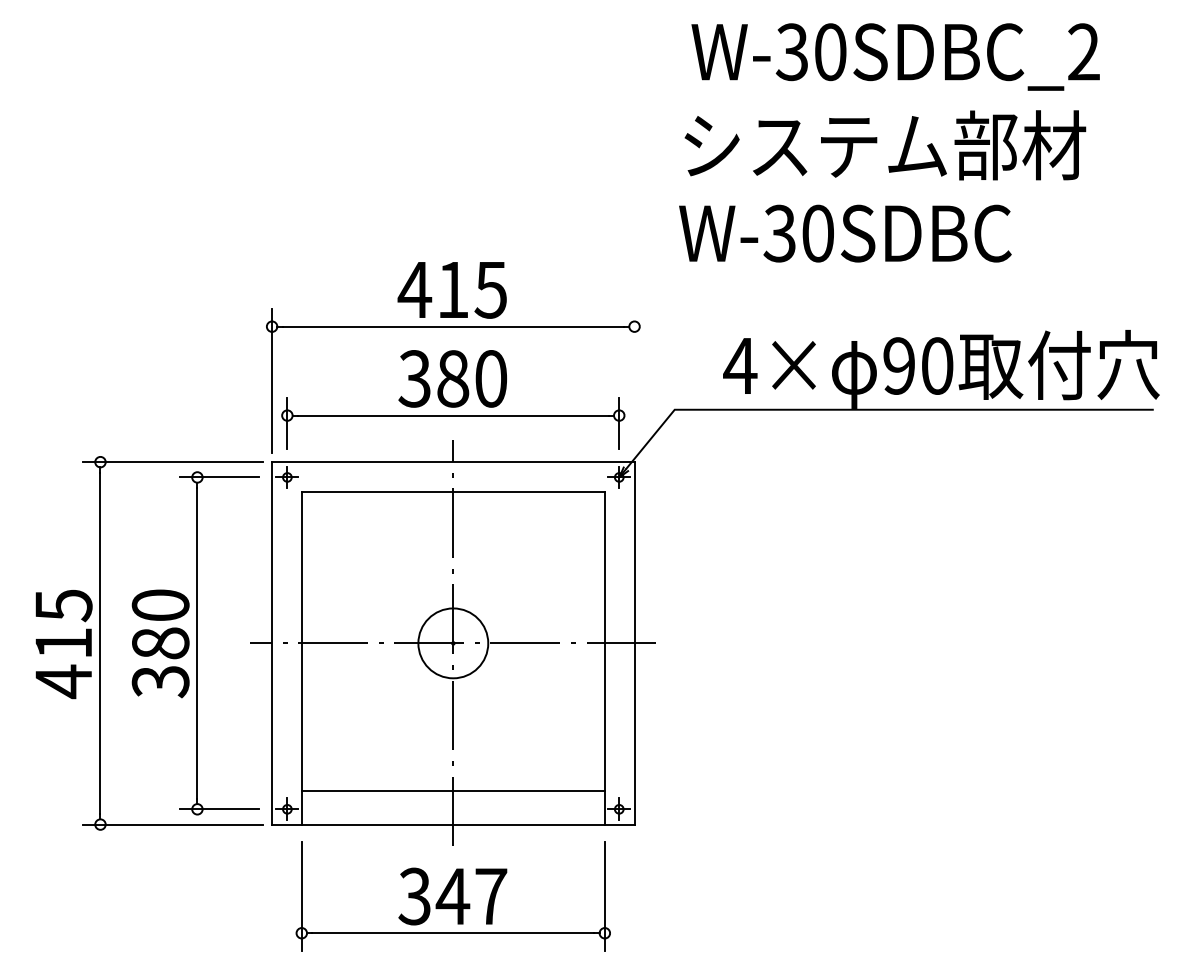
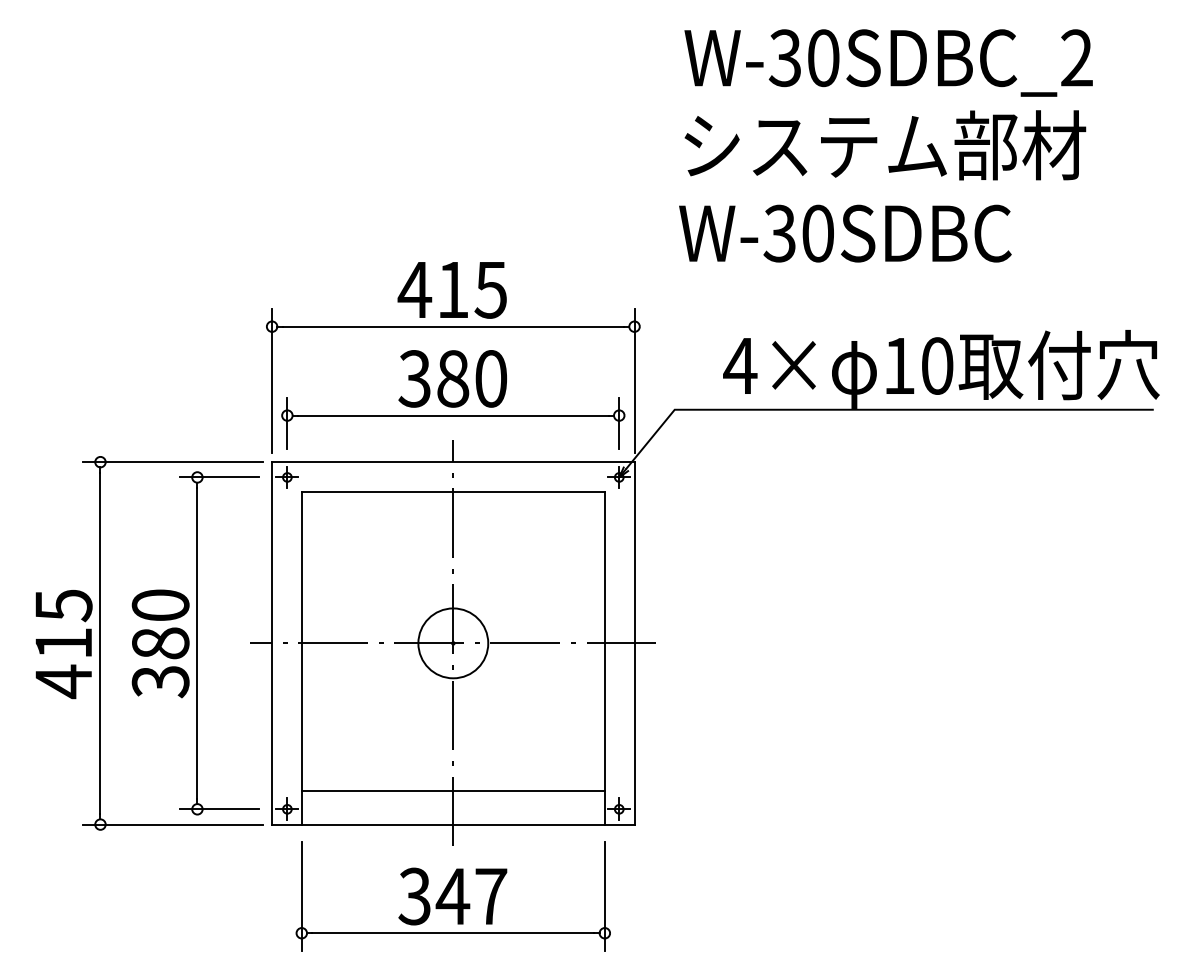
text at (895, 56) position: (895, 56) -> (888, 62)
text at (898, 365): 90 -> 10
line at (634, 381): none -> present
